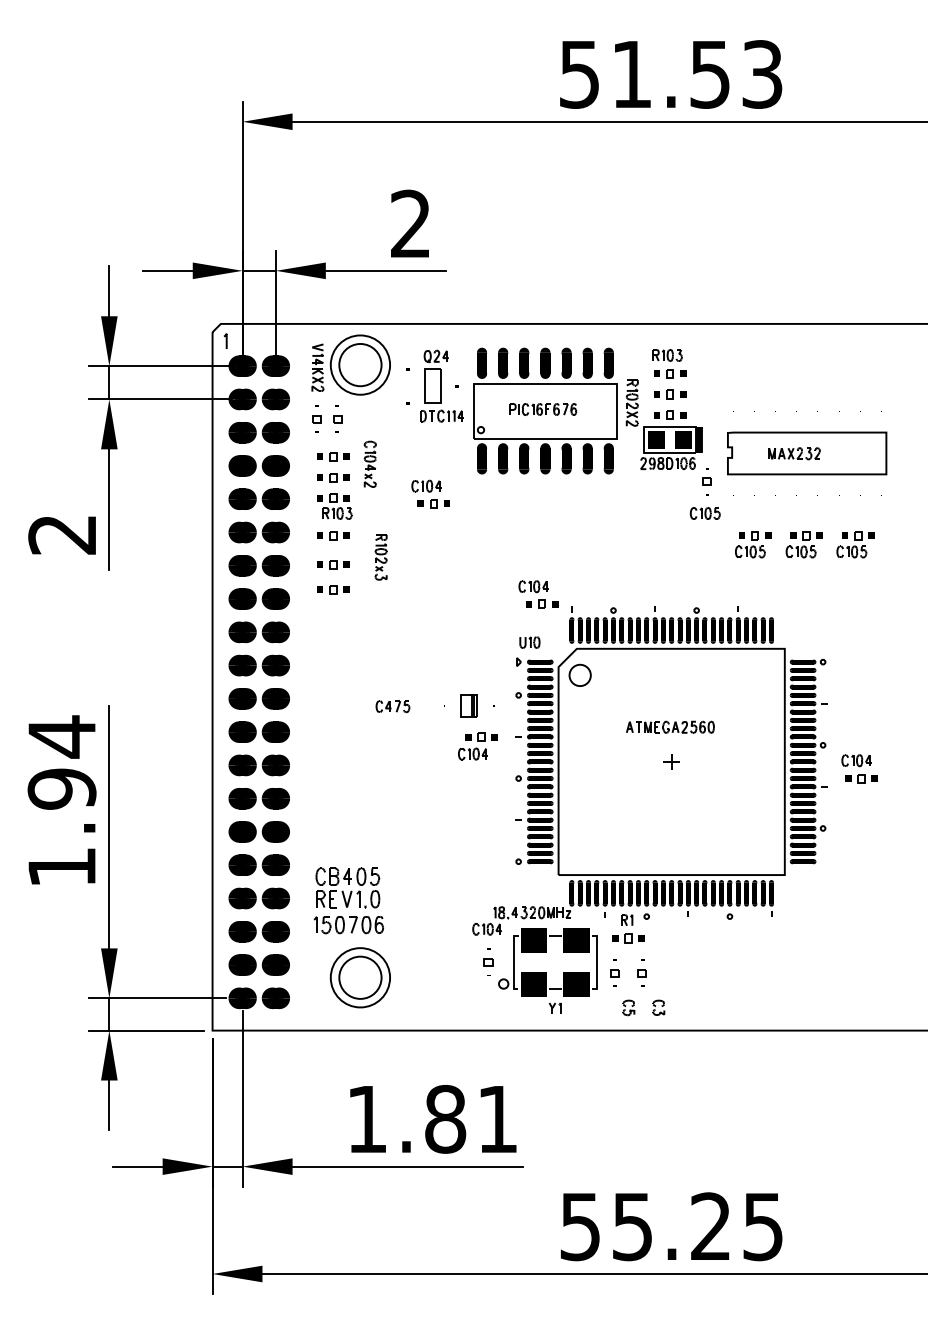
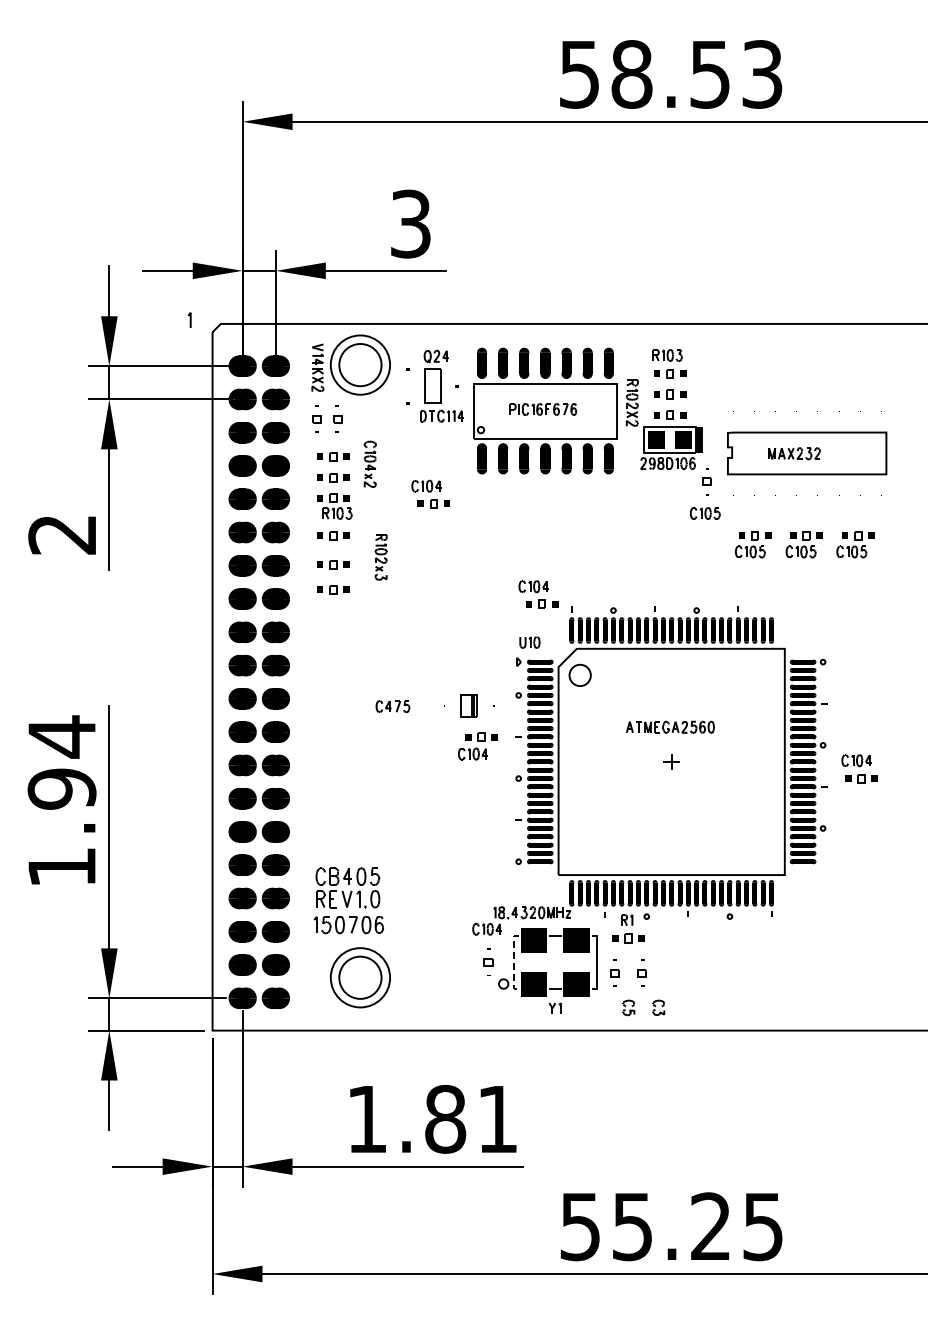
text at (631, 74): 51.53 -> 58.53
text at (410, 223): 2 -> 3
line at (225, 340) position: (225, 340) -> (189, 319)
line at (513, 962): solid -> dashed
